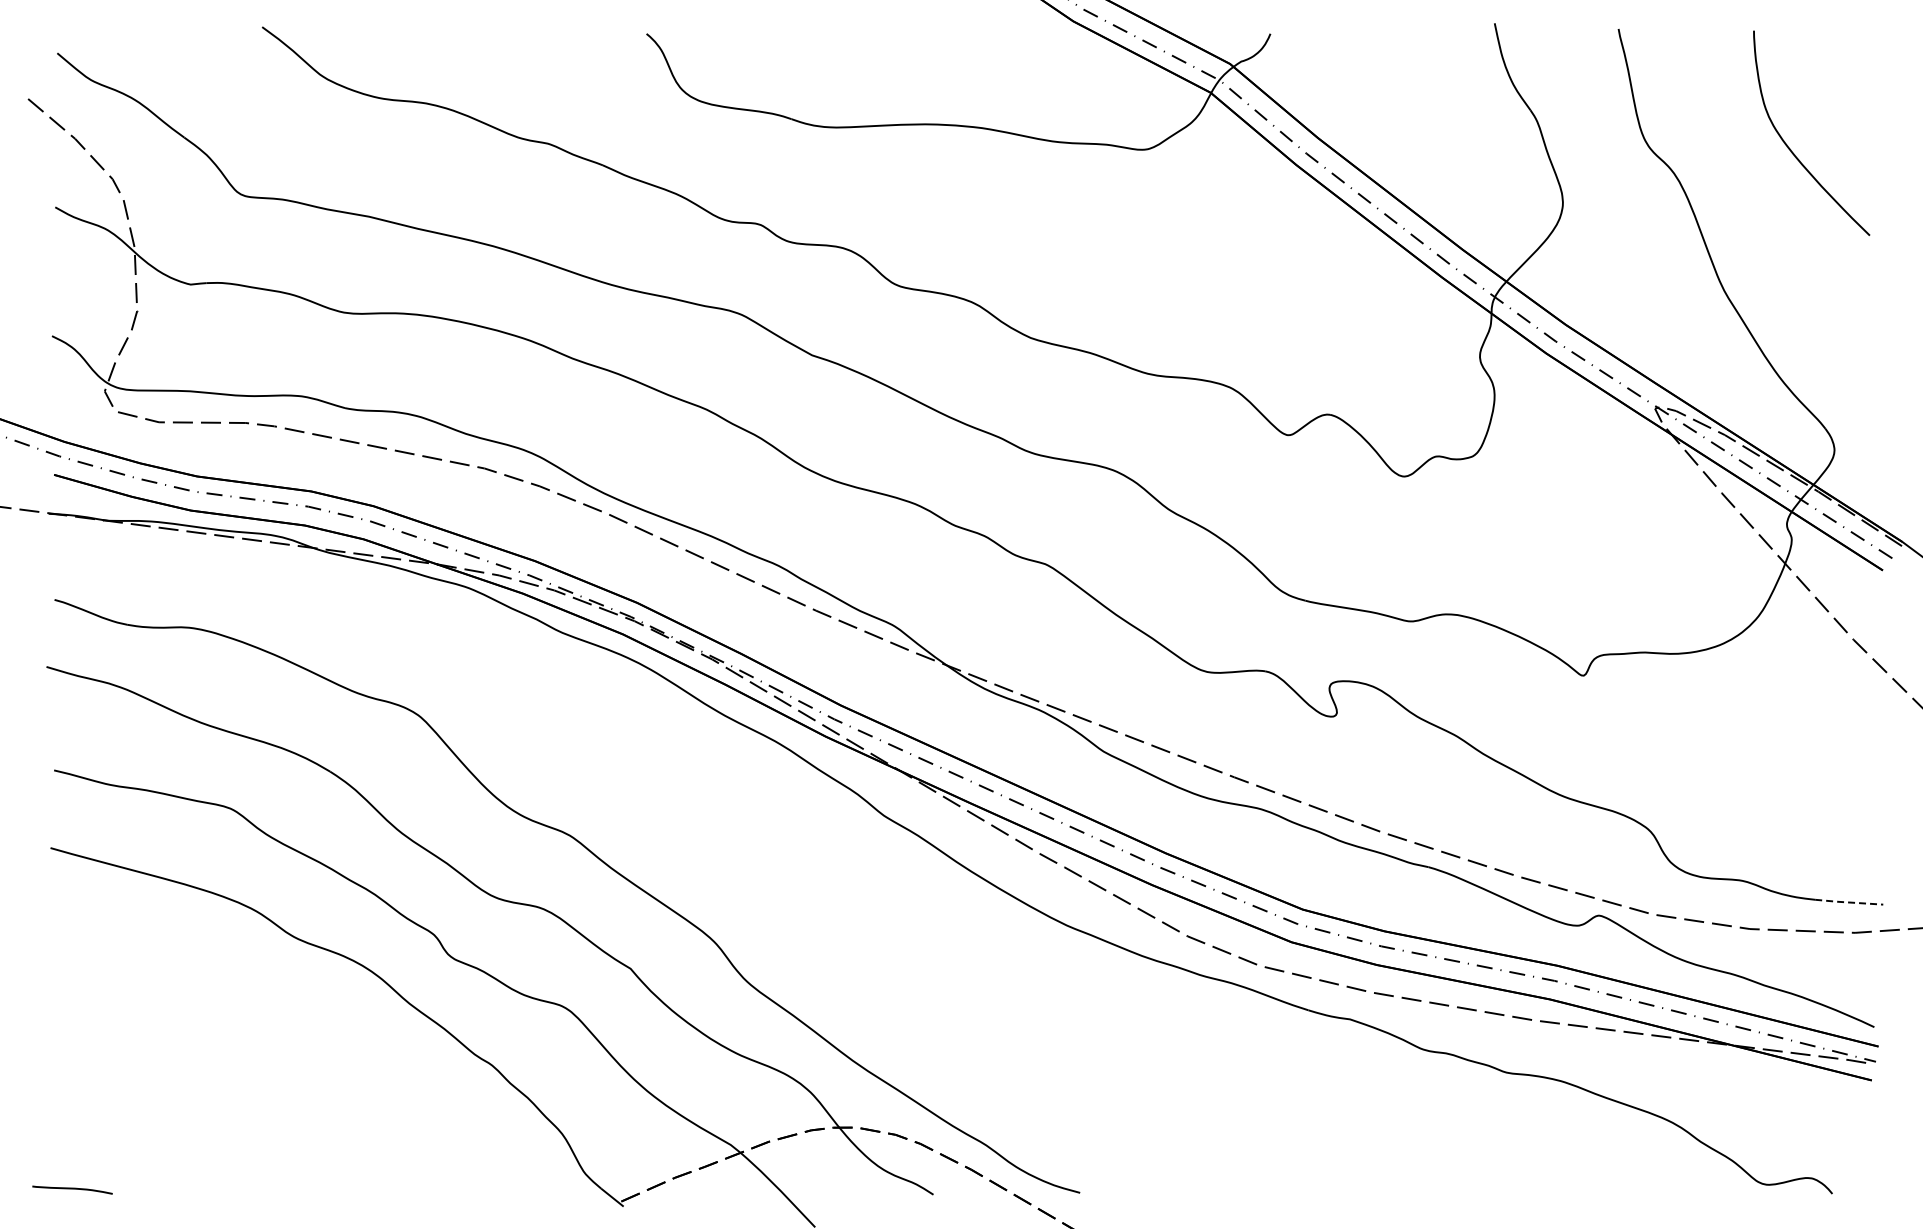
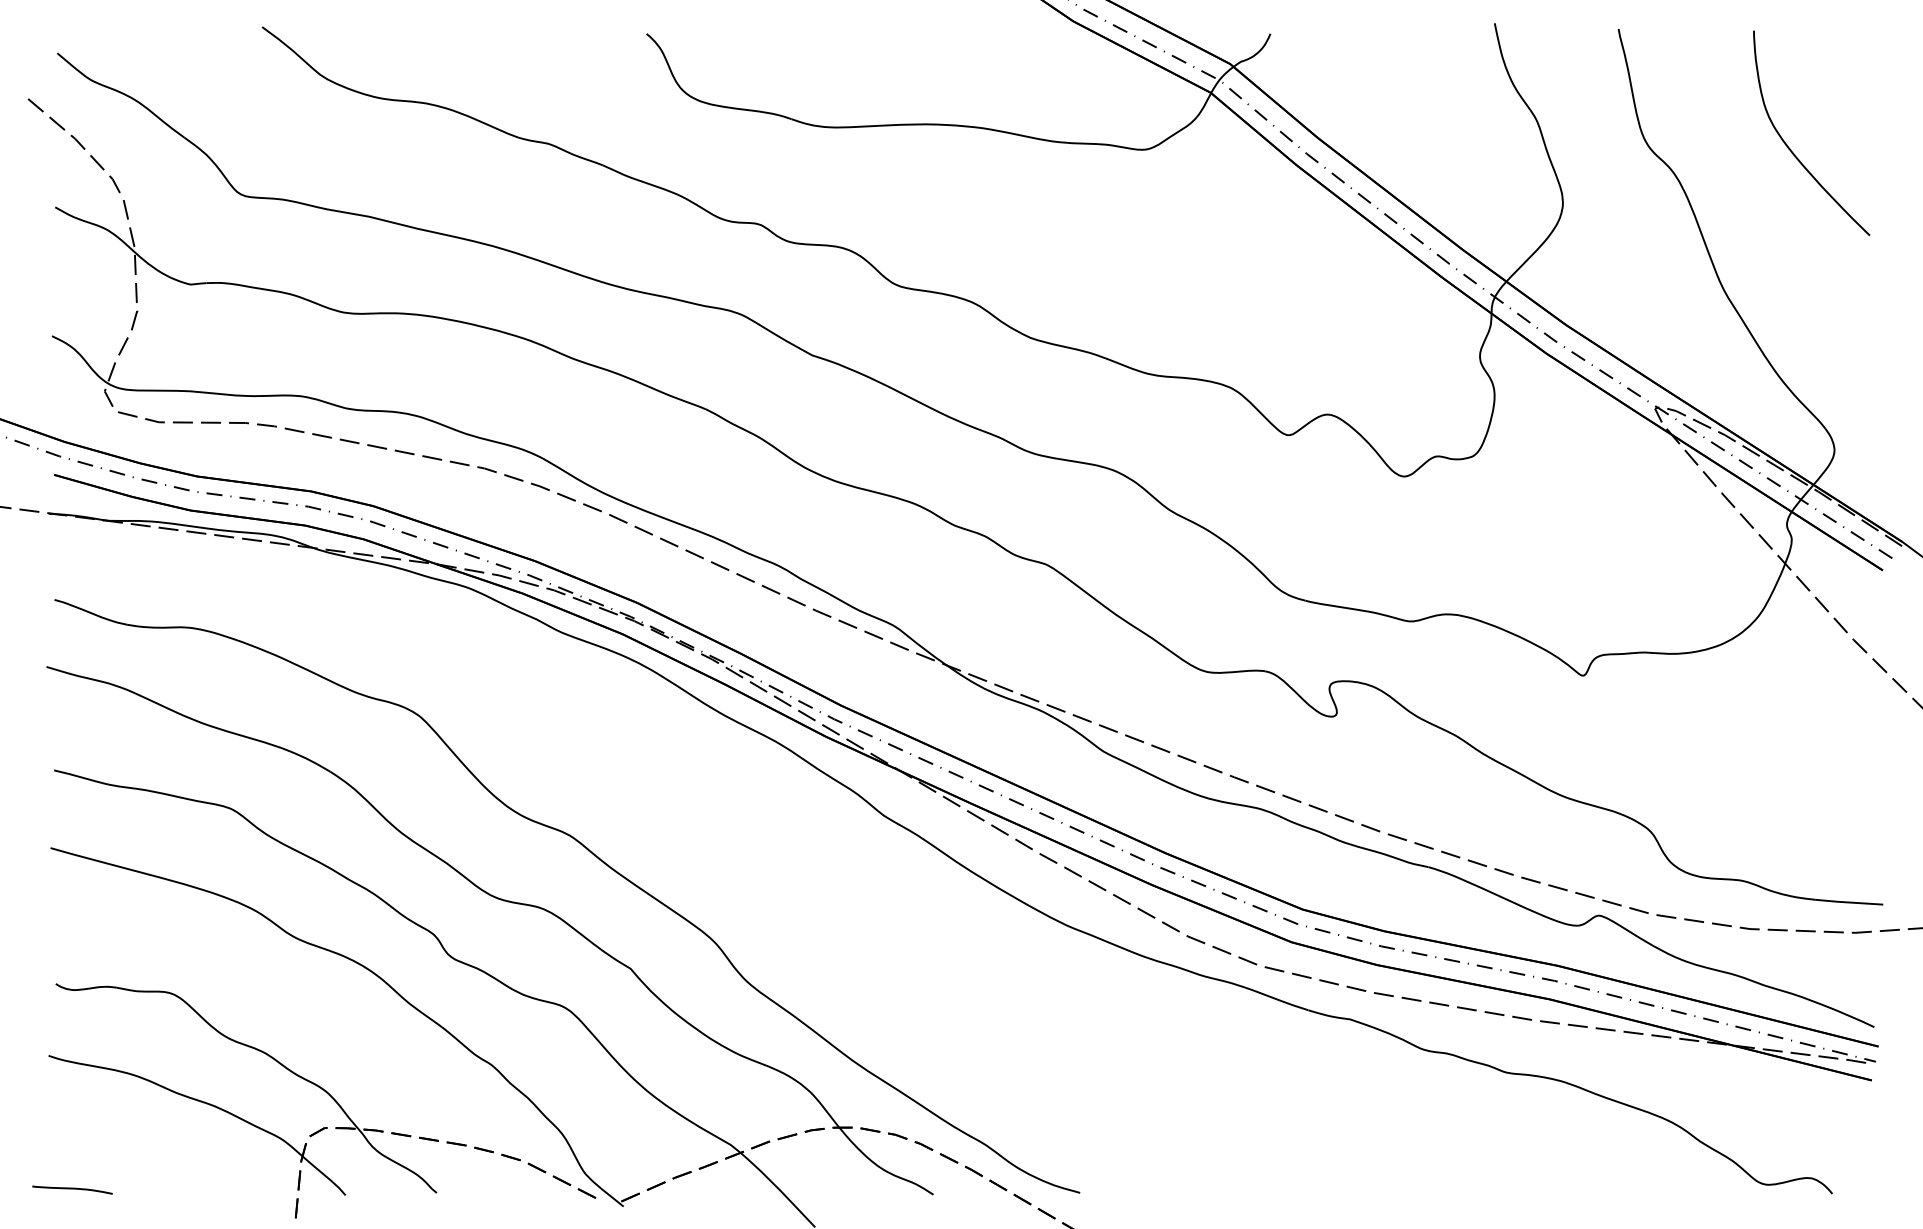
line at (1848, 902): dashed -> solid
part at (327, 1094): none -> present
